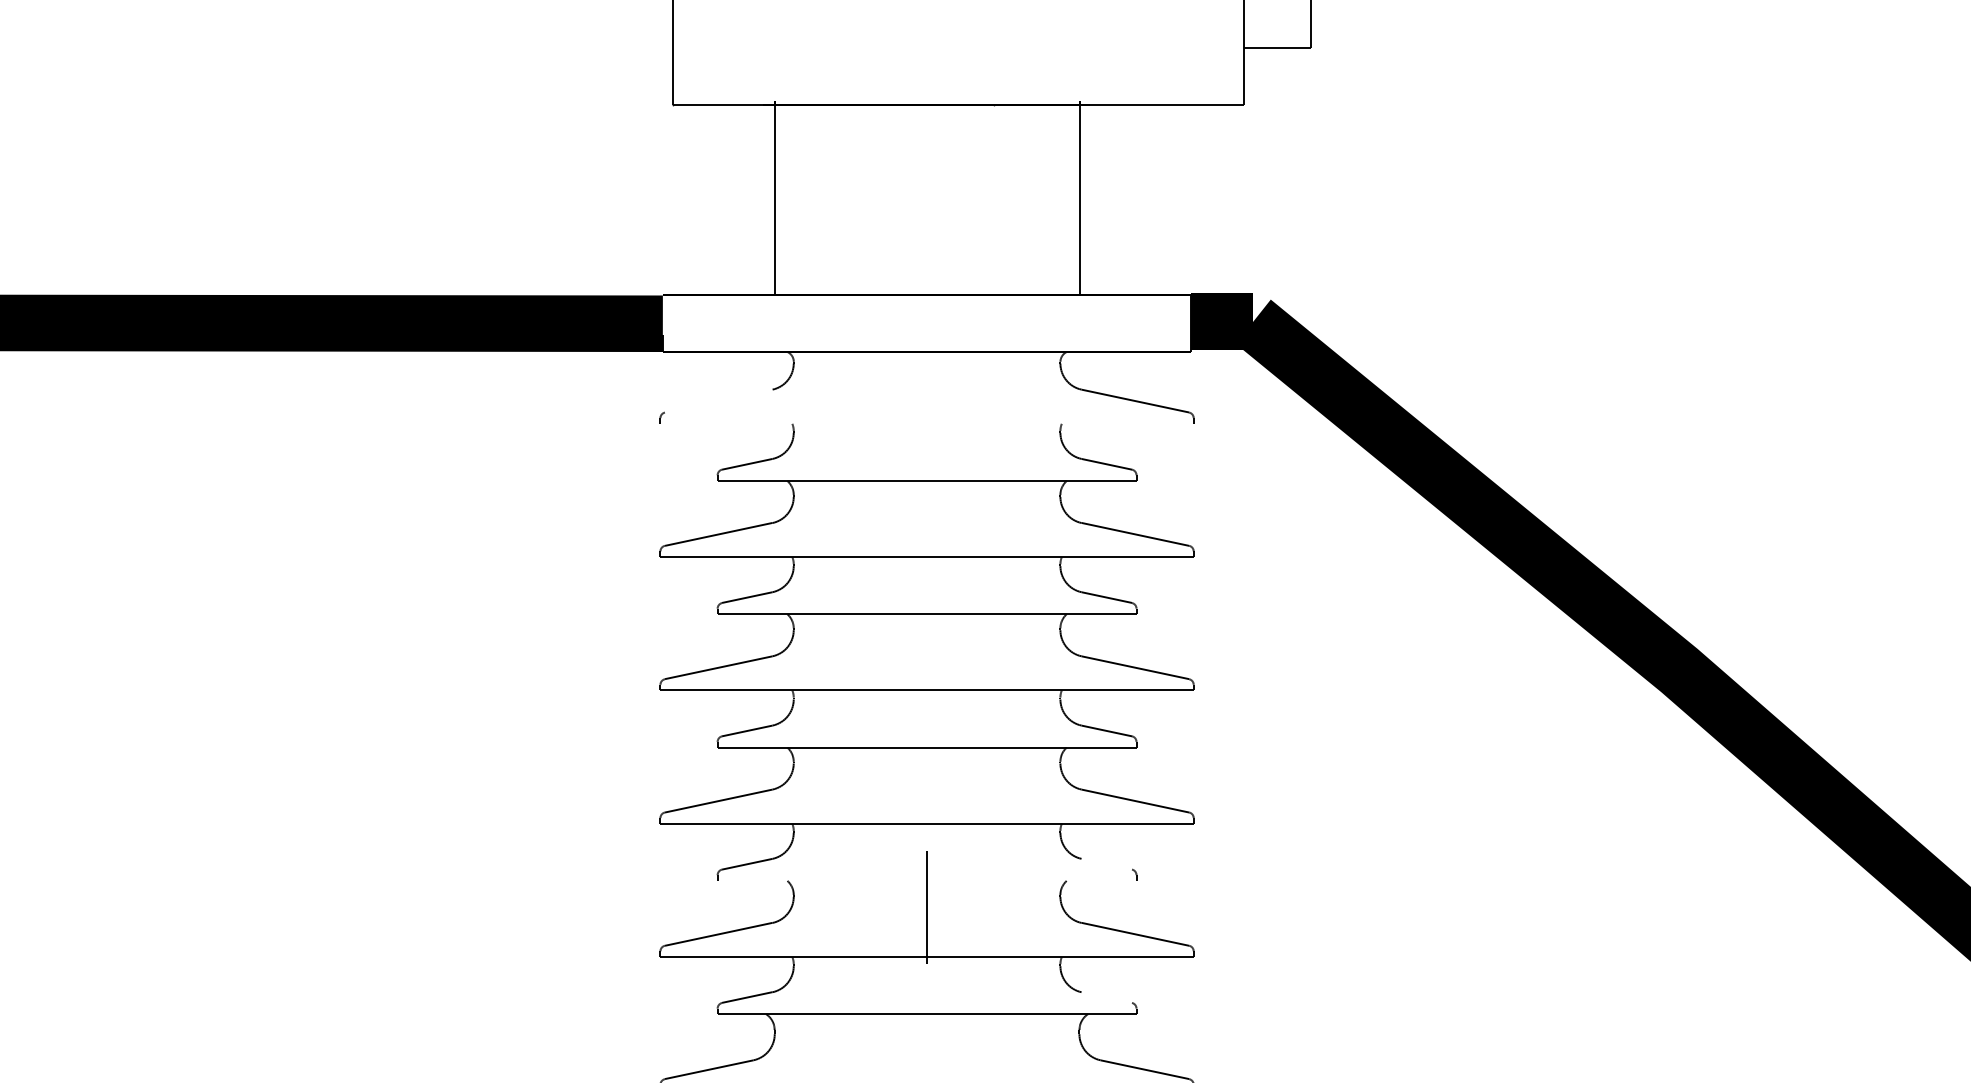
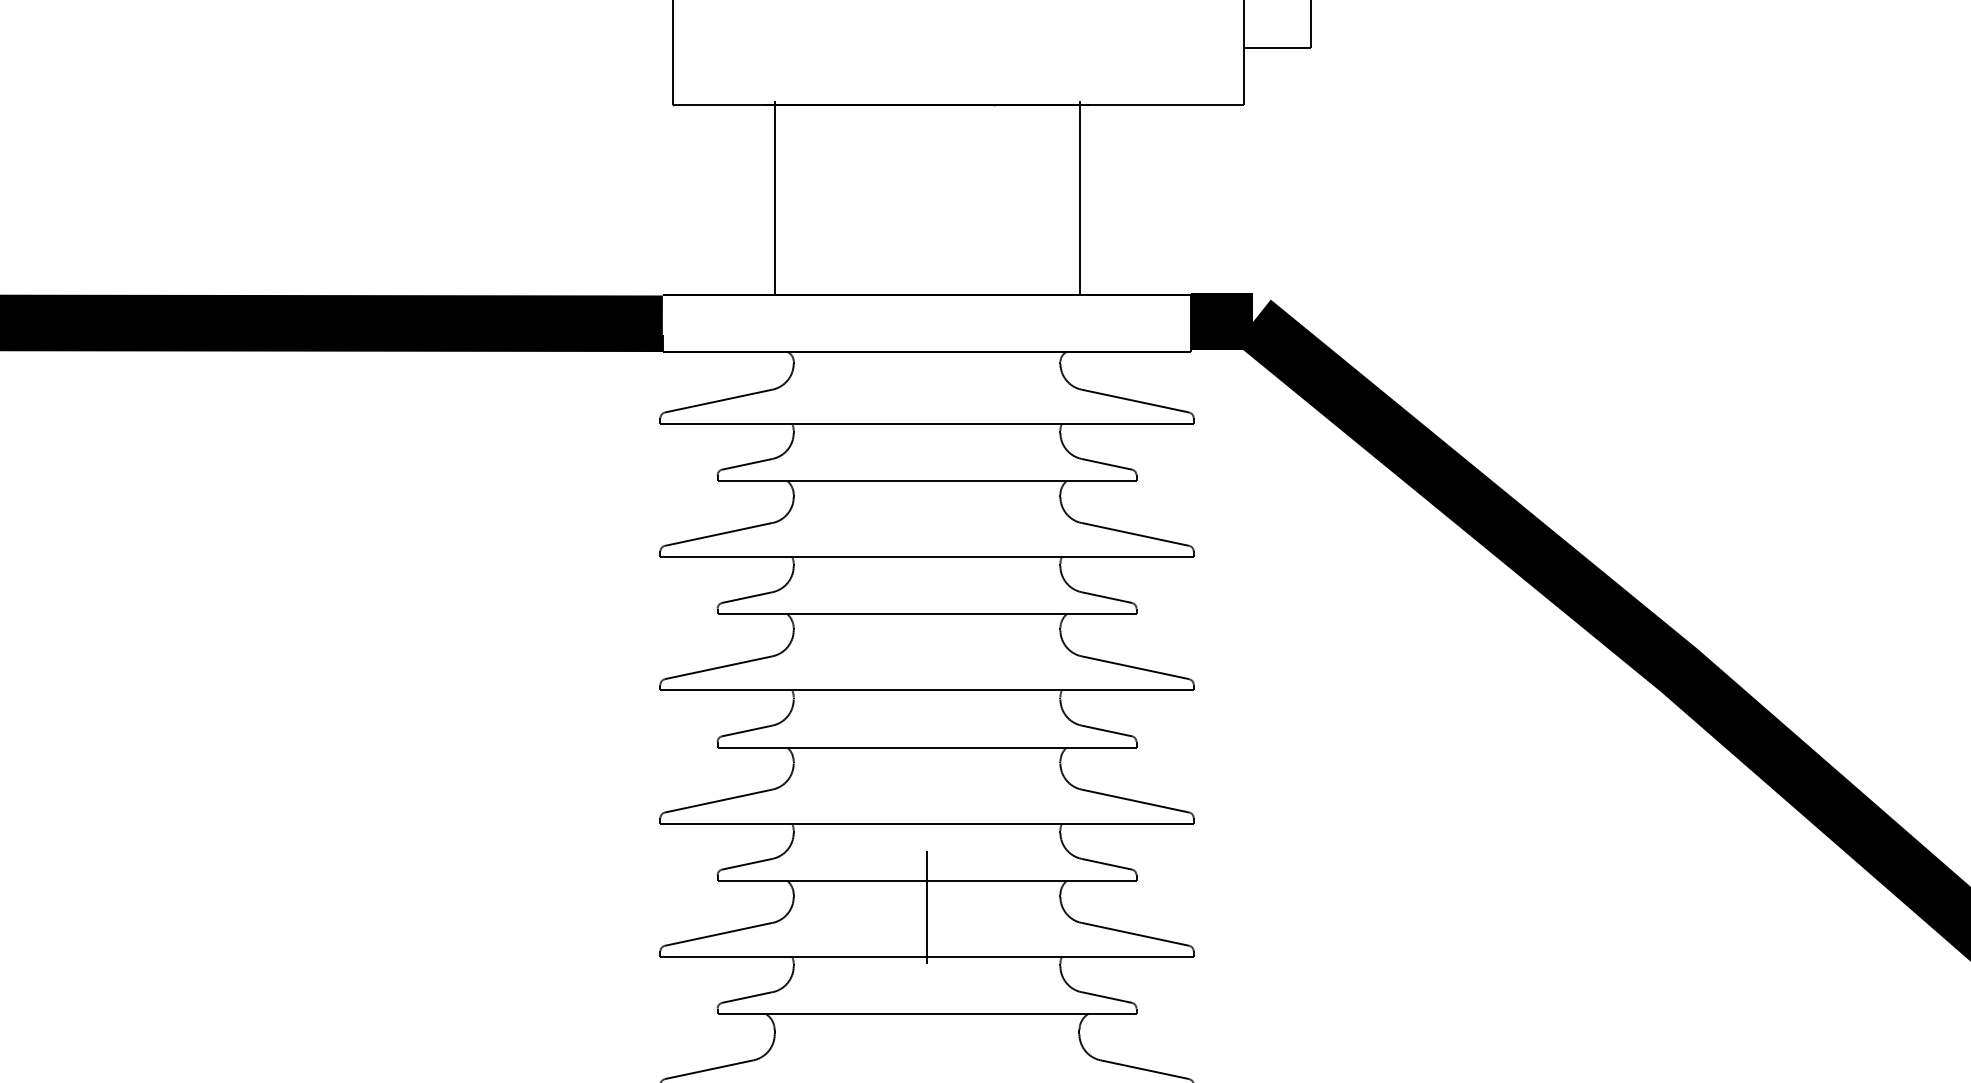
line at (718, 400): none -> present
line at (926, 423): none -> present
line at (1106, 863): none -> present
line at (926, 880): none -> present
line at (1106, 997): none -> present
